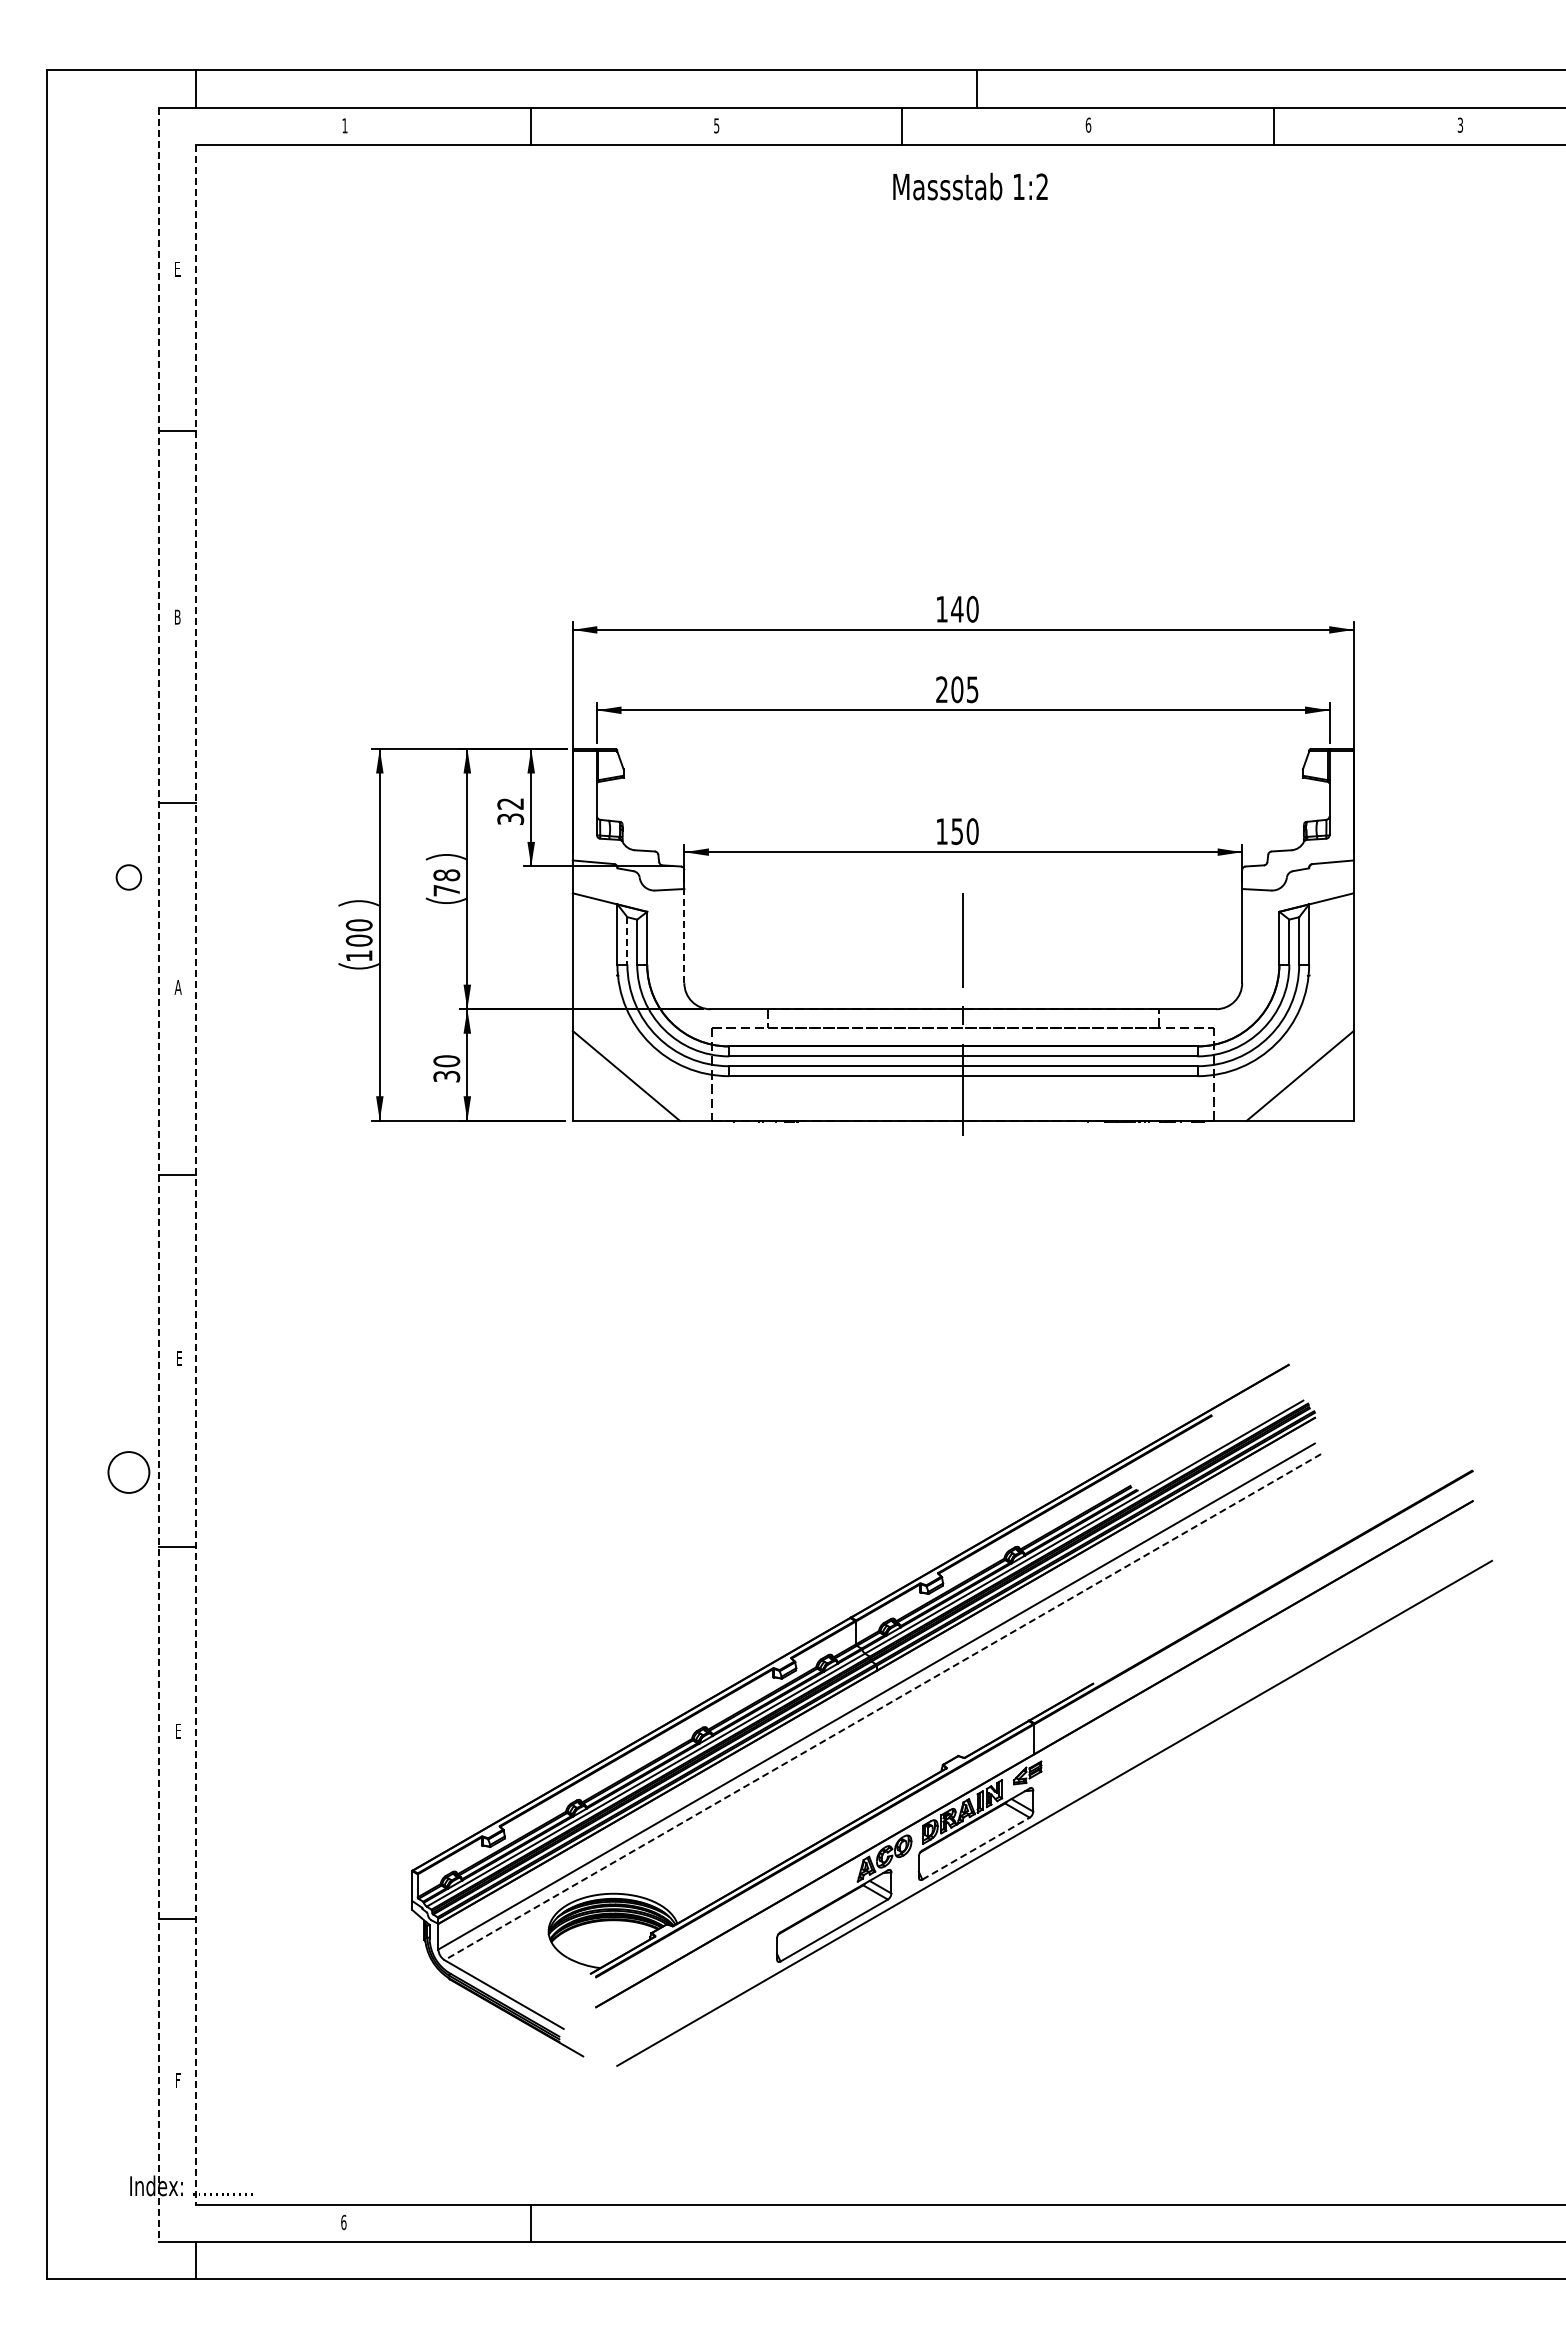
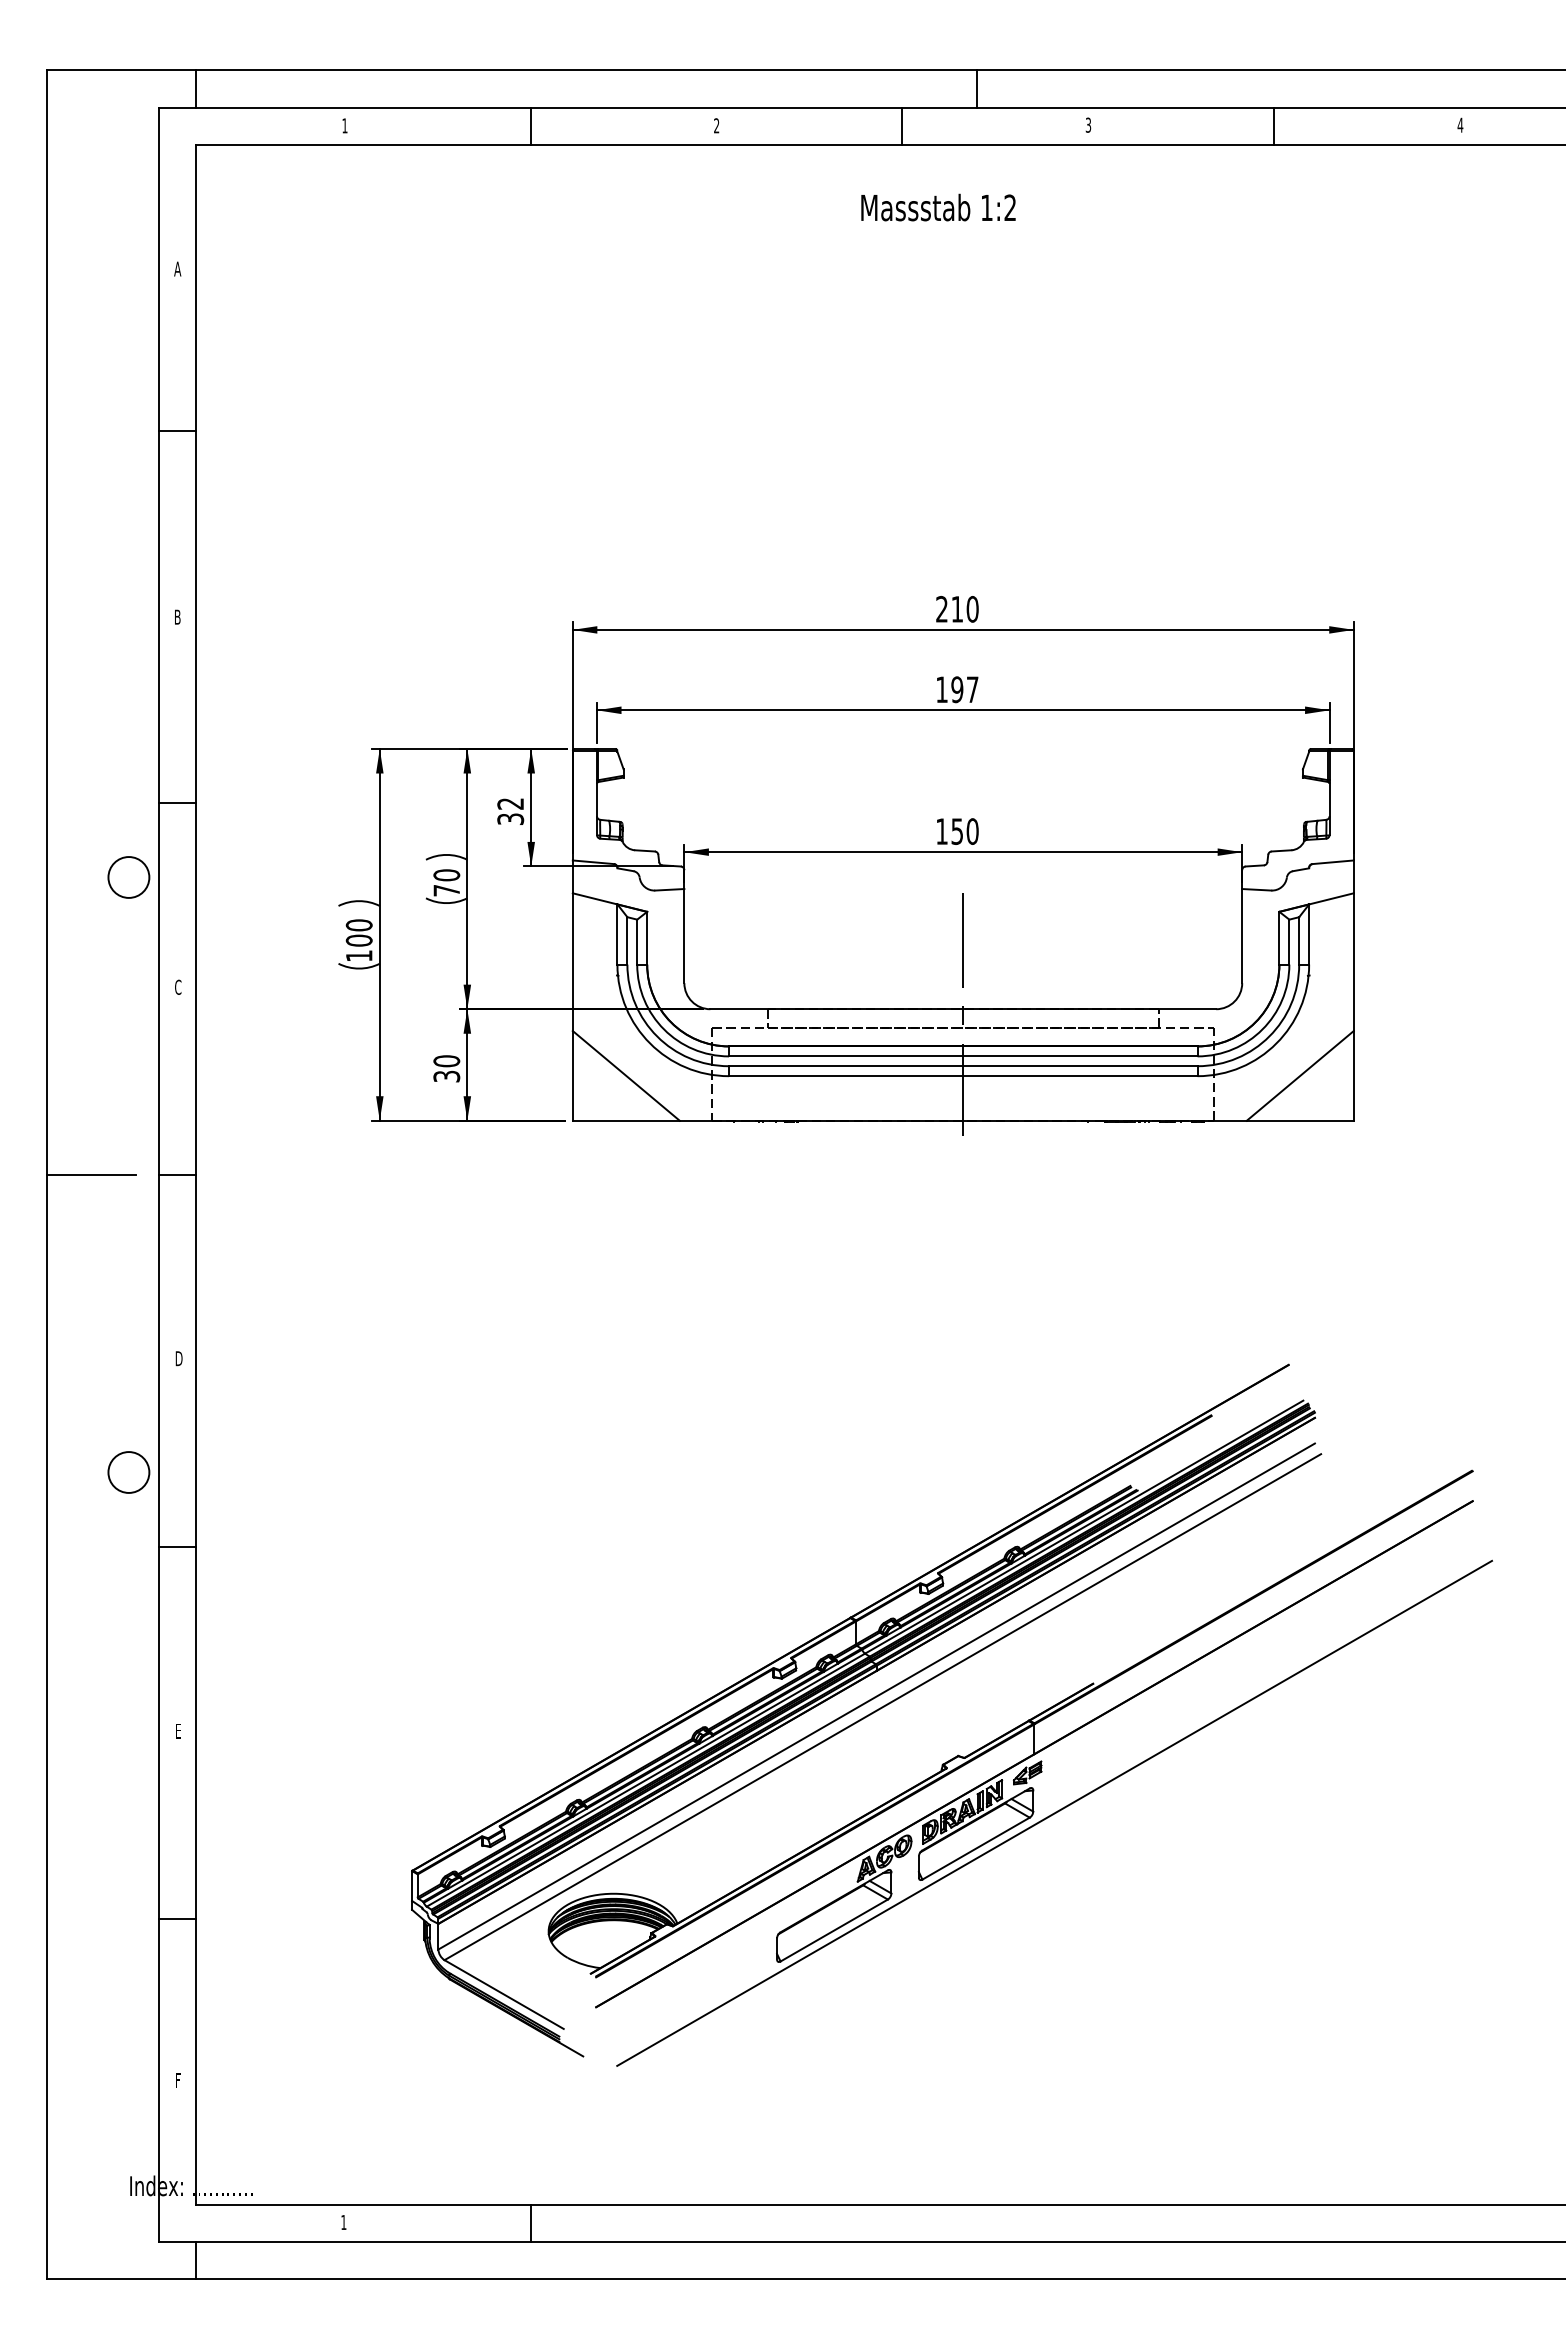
text at (1088, 124): 6 -> 3
text at (1460, 124): 3 -> 4
text at (716, 125): 5 -> 2
text at (970, 186) position: (970, 186) -> (938, 207)
text at (177, 268): E -> A
text at (949, 608): 140 -> 210
text at (957, 689): 205 -> 197
text at (446, 875): 78 -> 70
circle at (128, 877) diameter: 25 px -> 41 px
line at (684, 935): dashed -> solid
line at (627, 940): dashed -> solid
text at (177, 986): A -> C
line at (91, 1175): none -> present
line at (158, 1175): dashed -> solid
line at (195, 1175): dashed -> solid
text at (178, 1358): E -> D
line at (882, 1707): dashed -> solid
line at (976, 1848): dashed -> solid
text at (343, 2222): 6 -> 1
